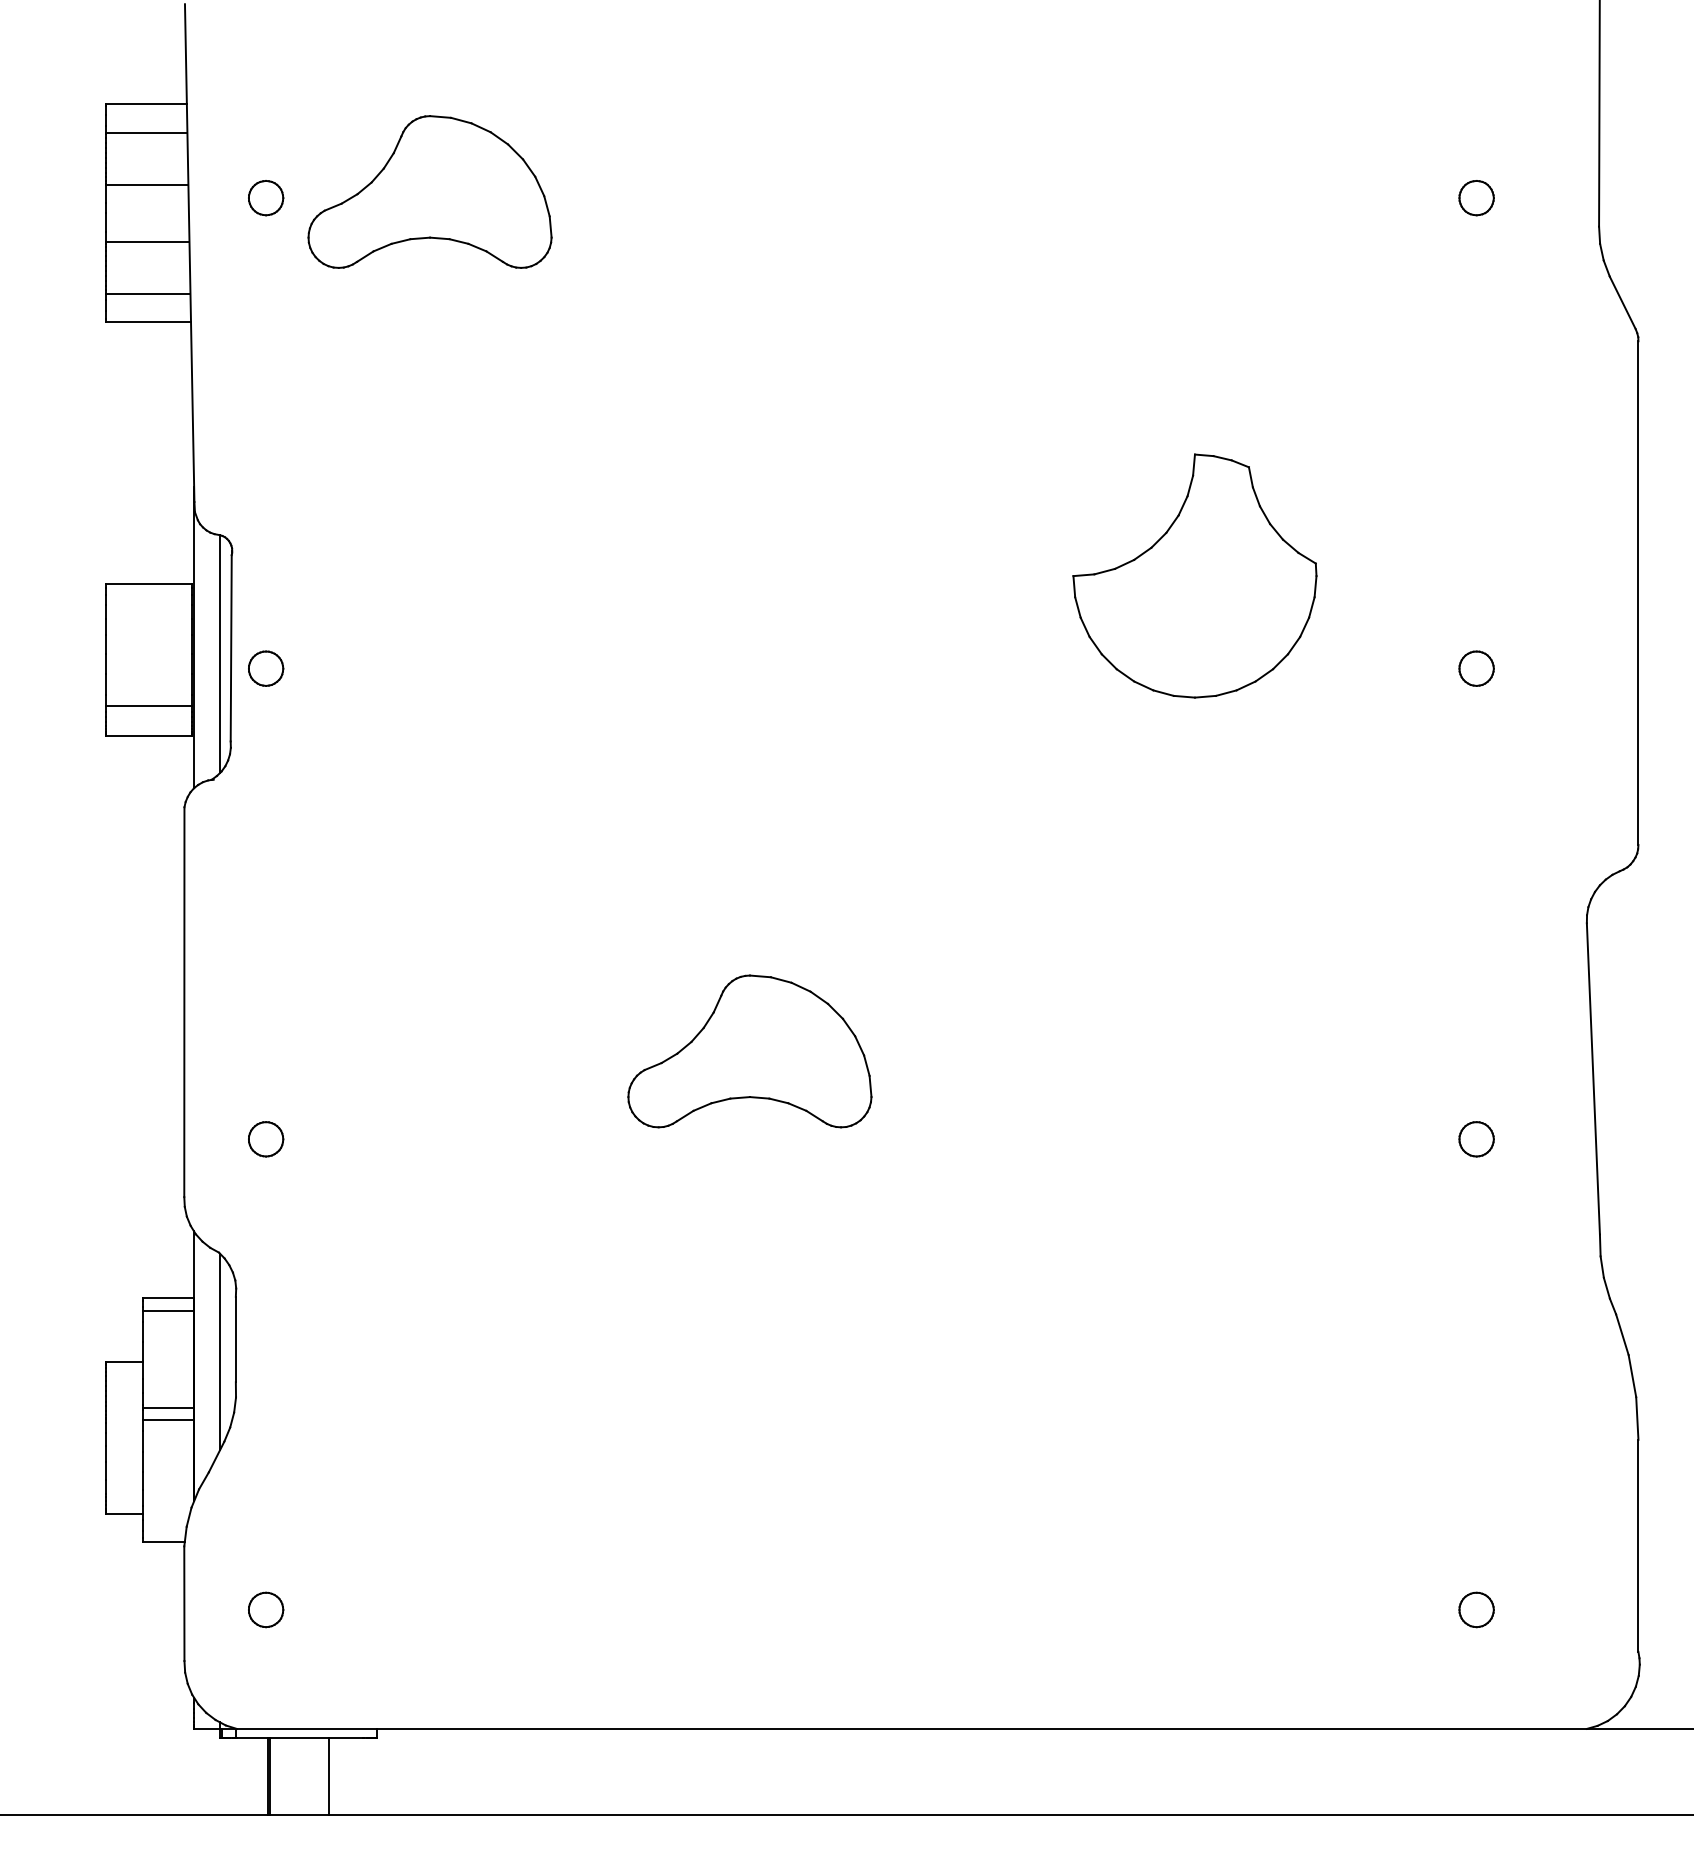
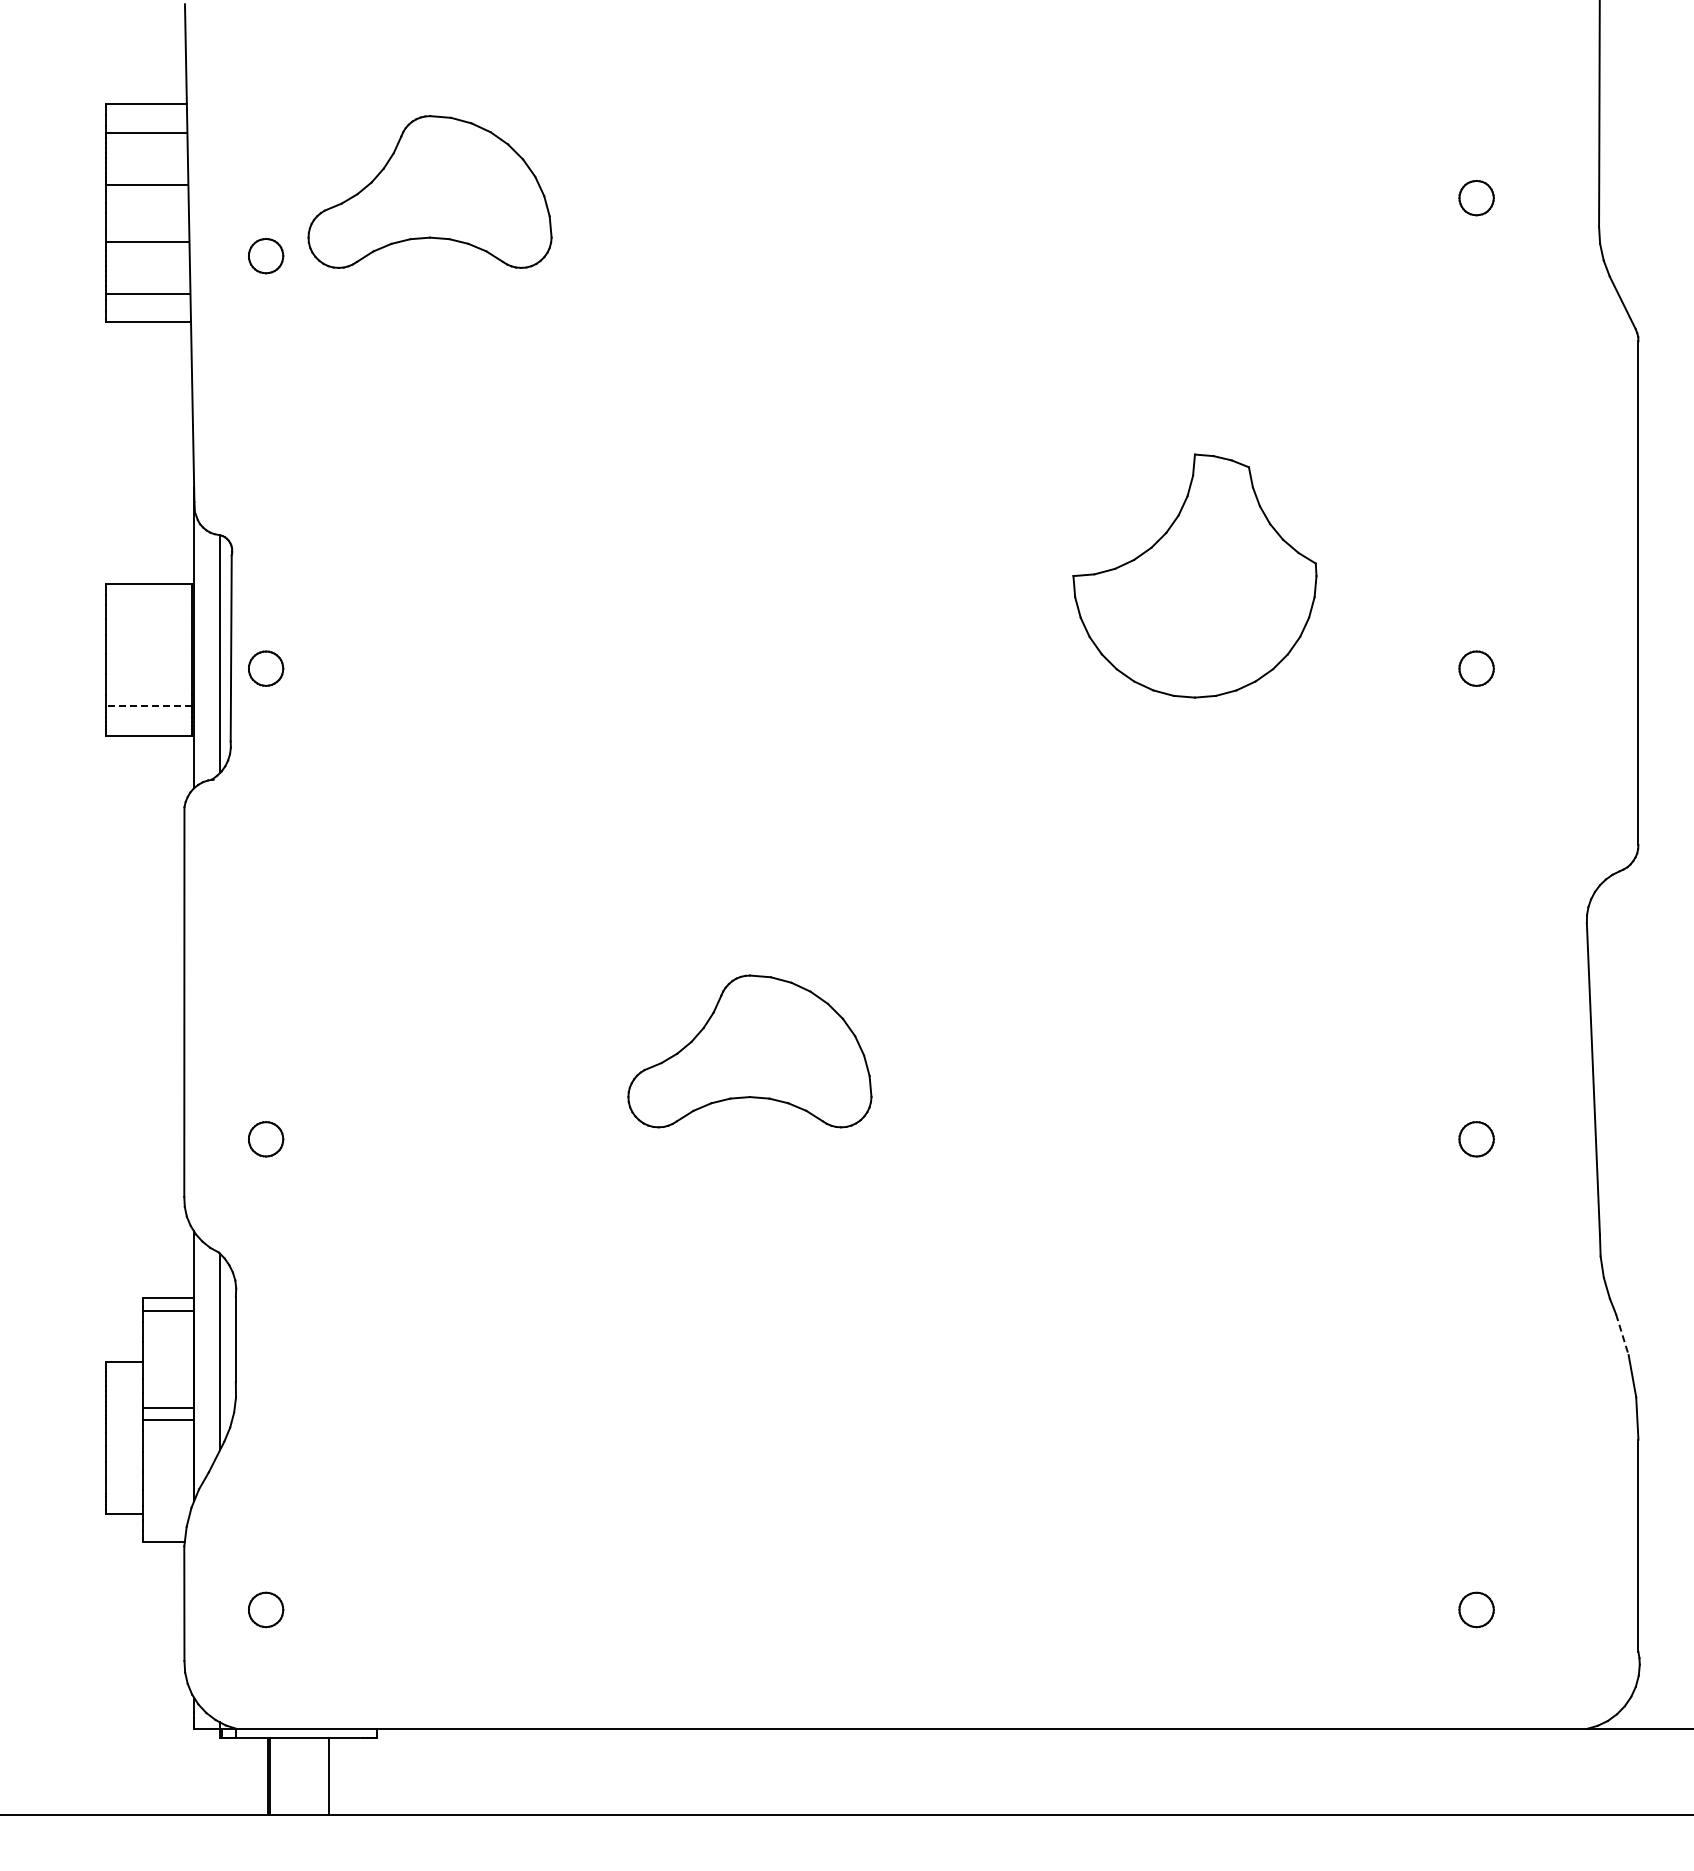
part at (266, 198) position: (266, 198) -> (266, 256)
line at (149, 705): solid -> dashed
line at (1622, 1335): solid -> dashed
